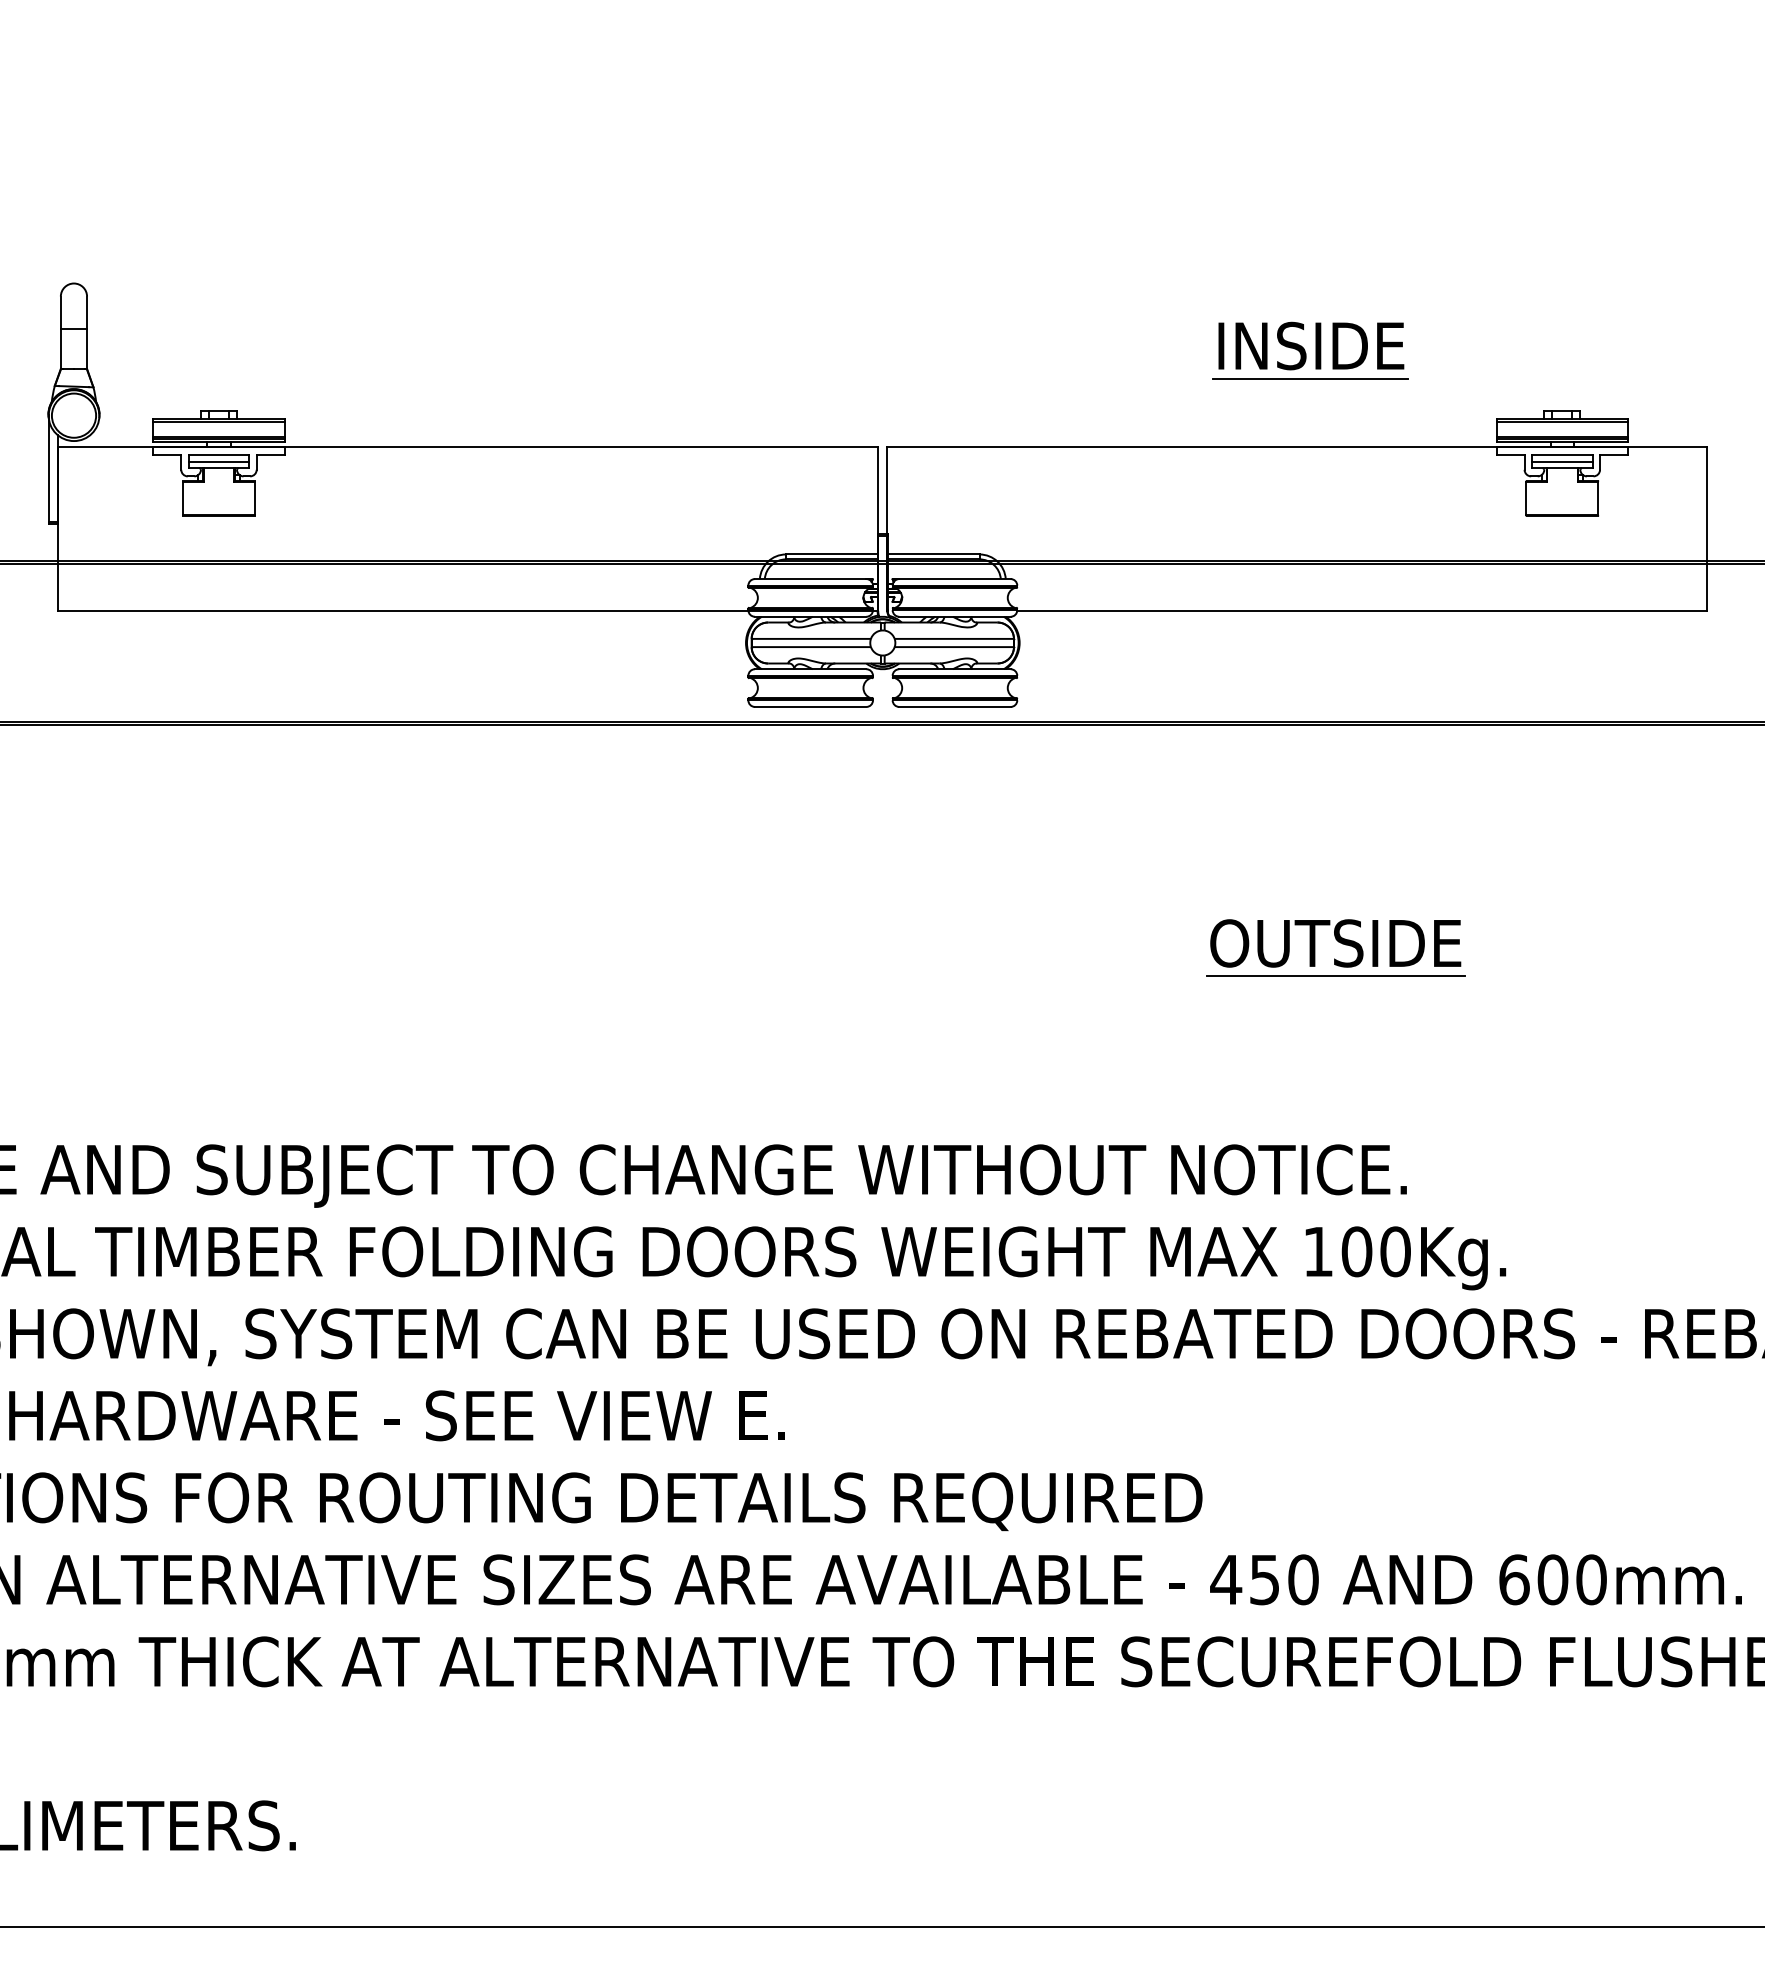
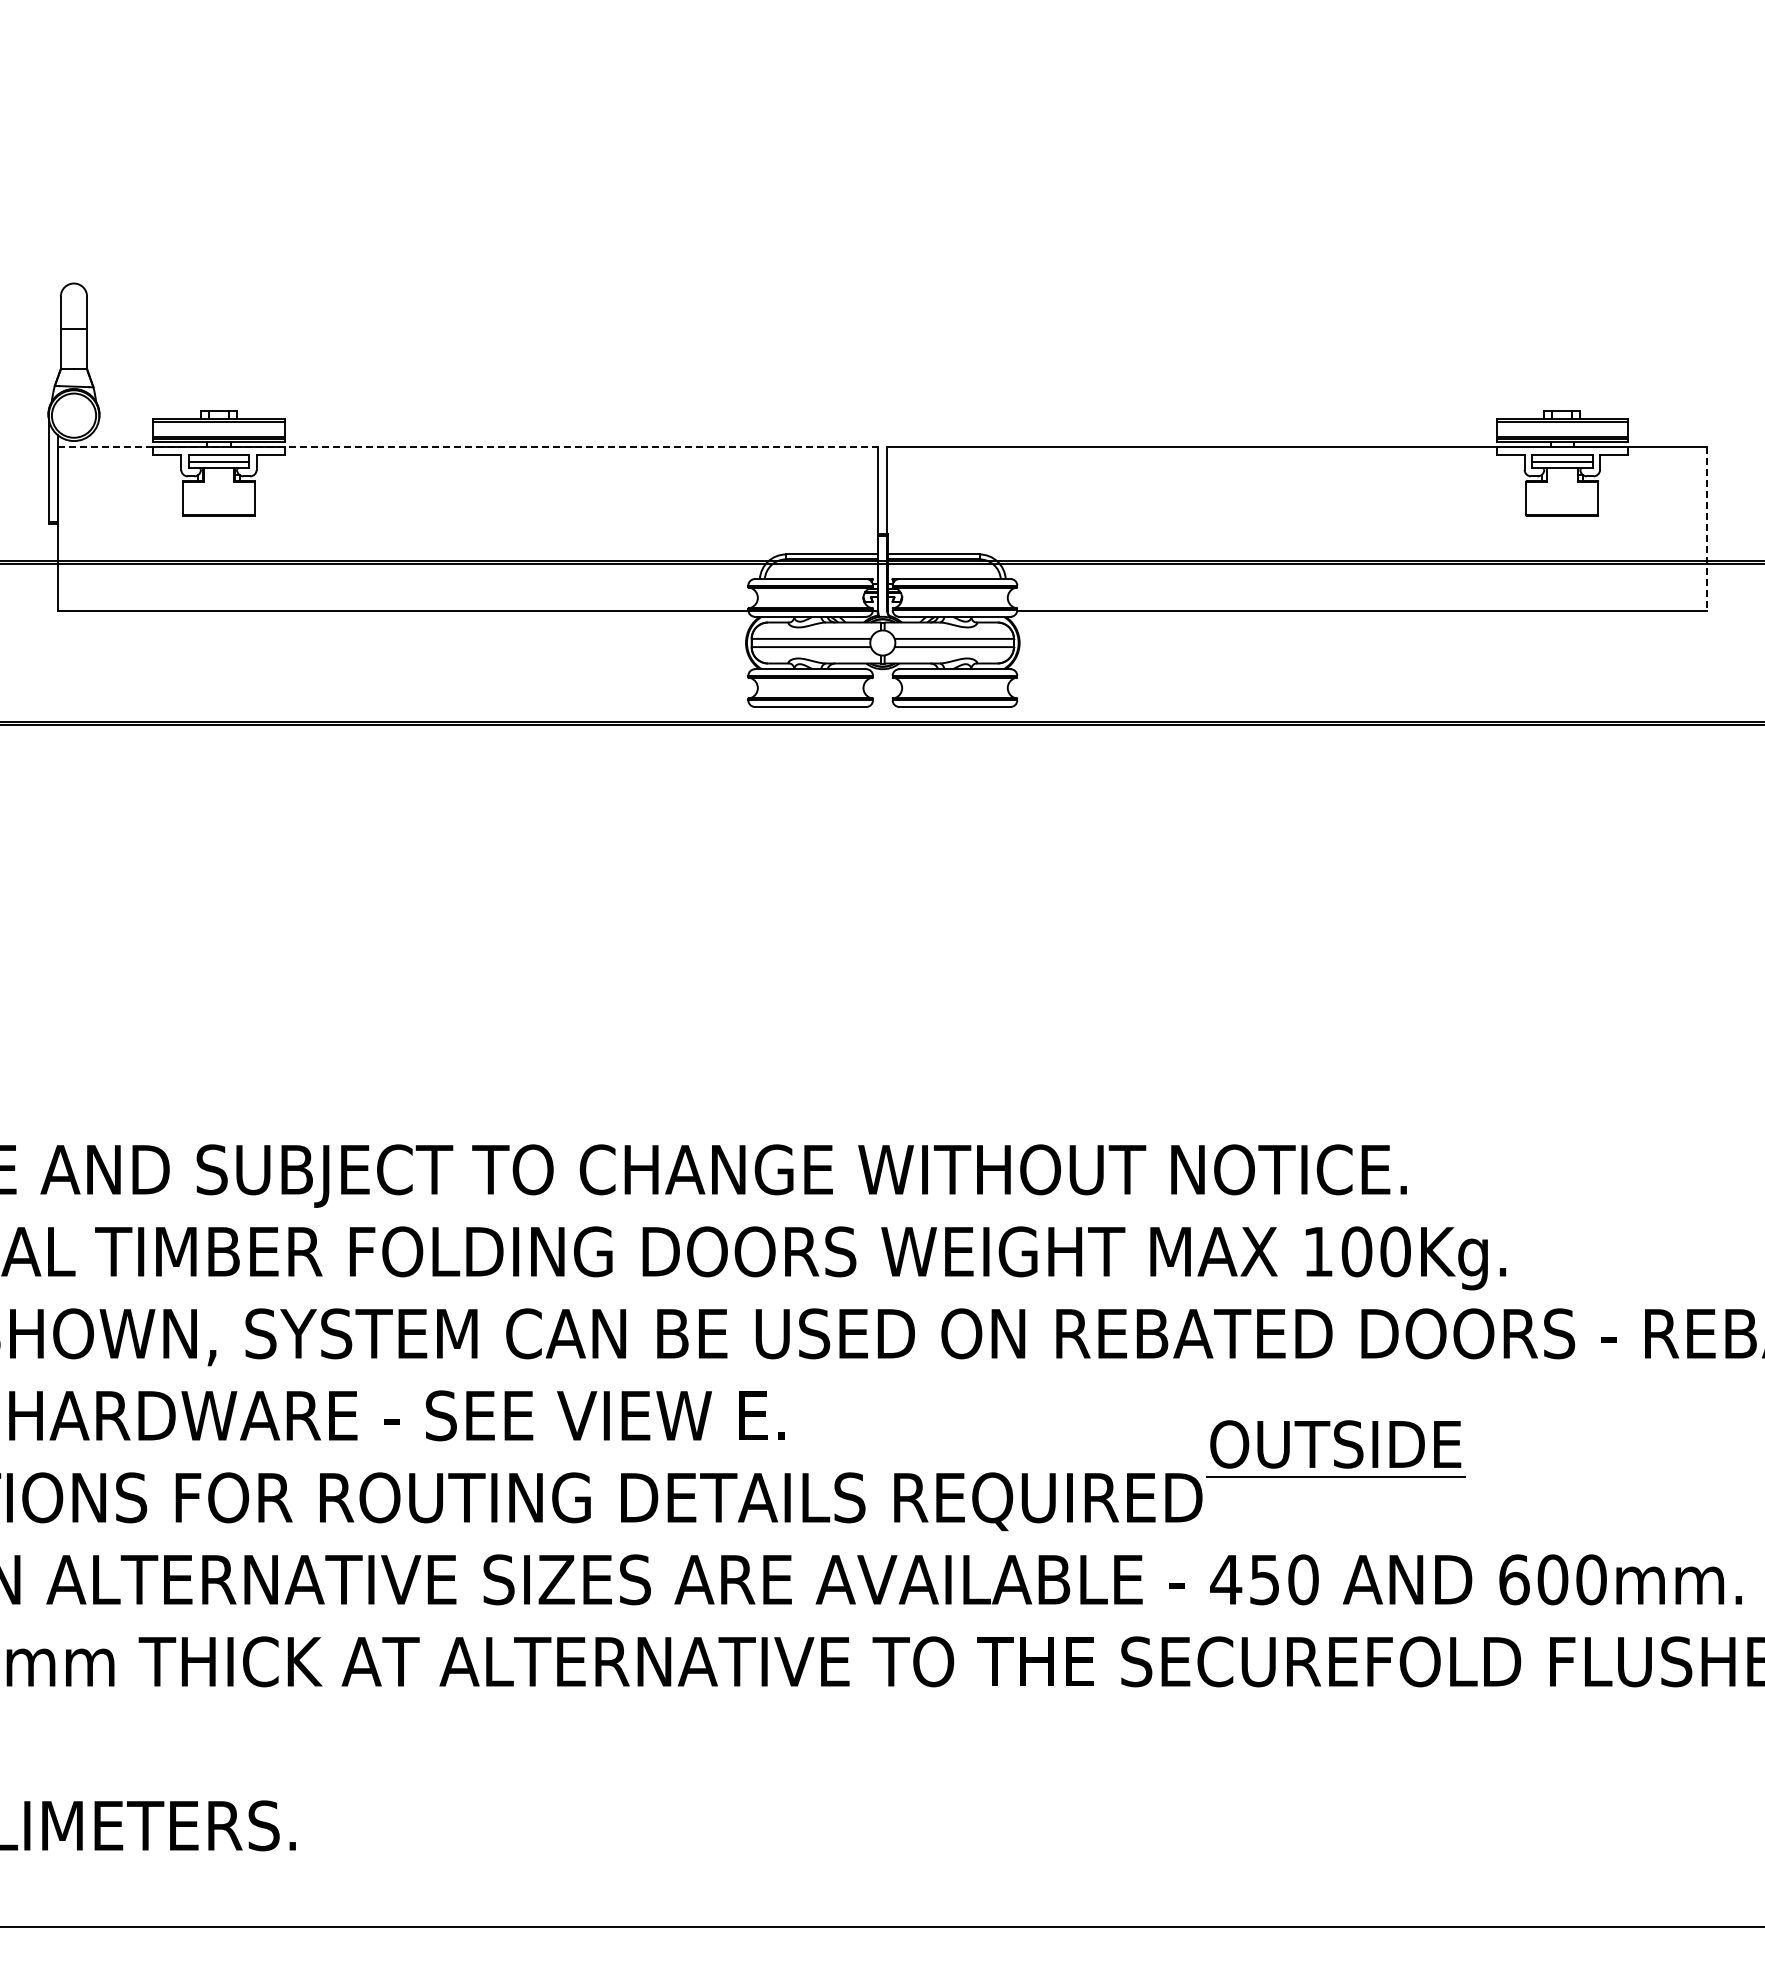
part at (1310, 350): present -> none
line at (467, 446): solid -> dashed
line at (1707, 528): solid -> dashed
part at (1335, 947) position: (1335, 947) -> (1335, 1448)
